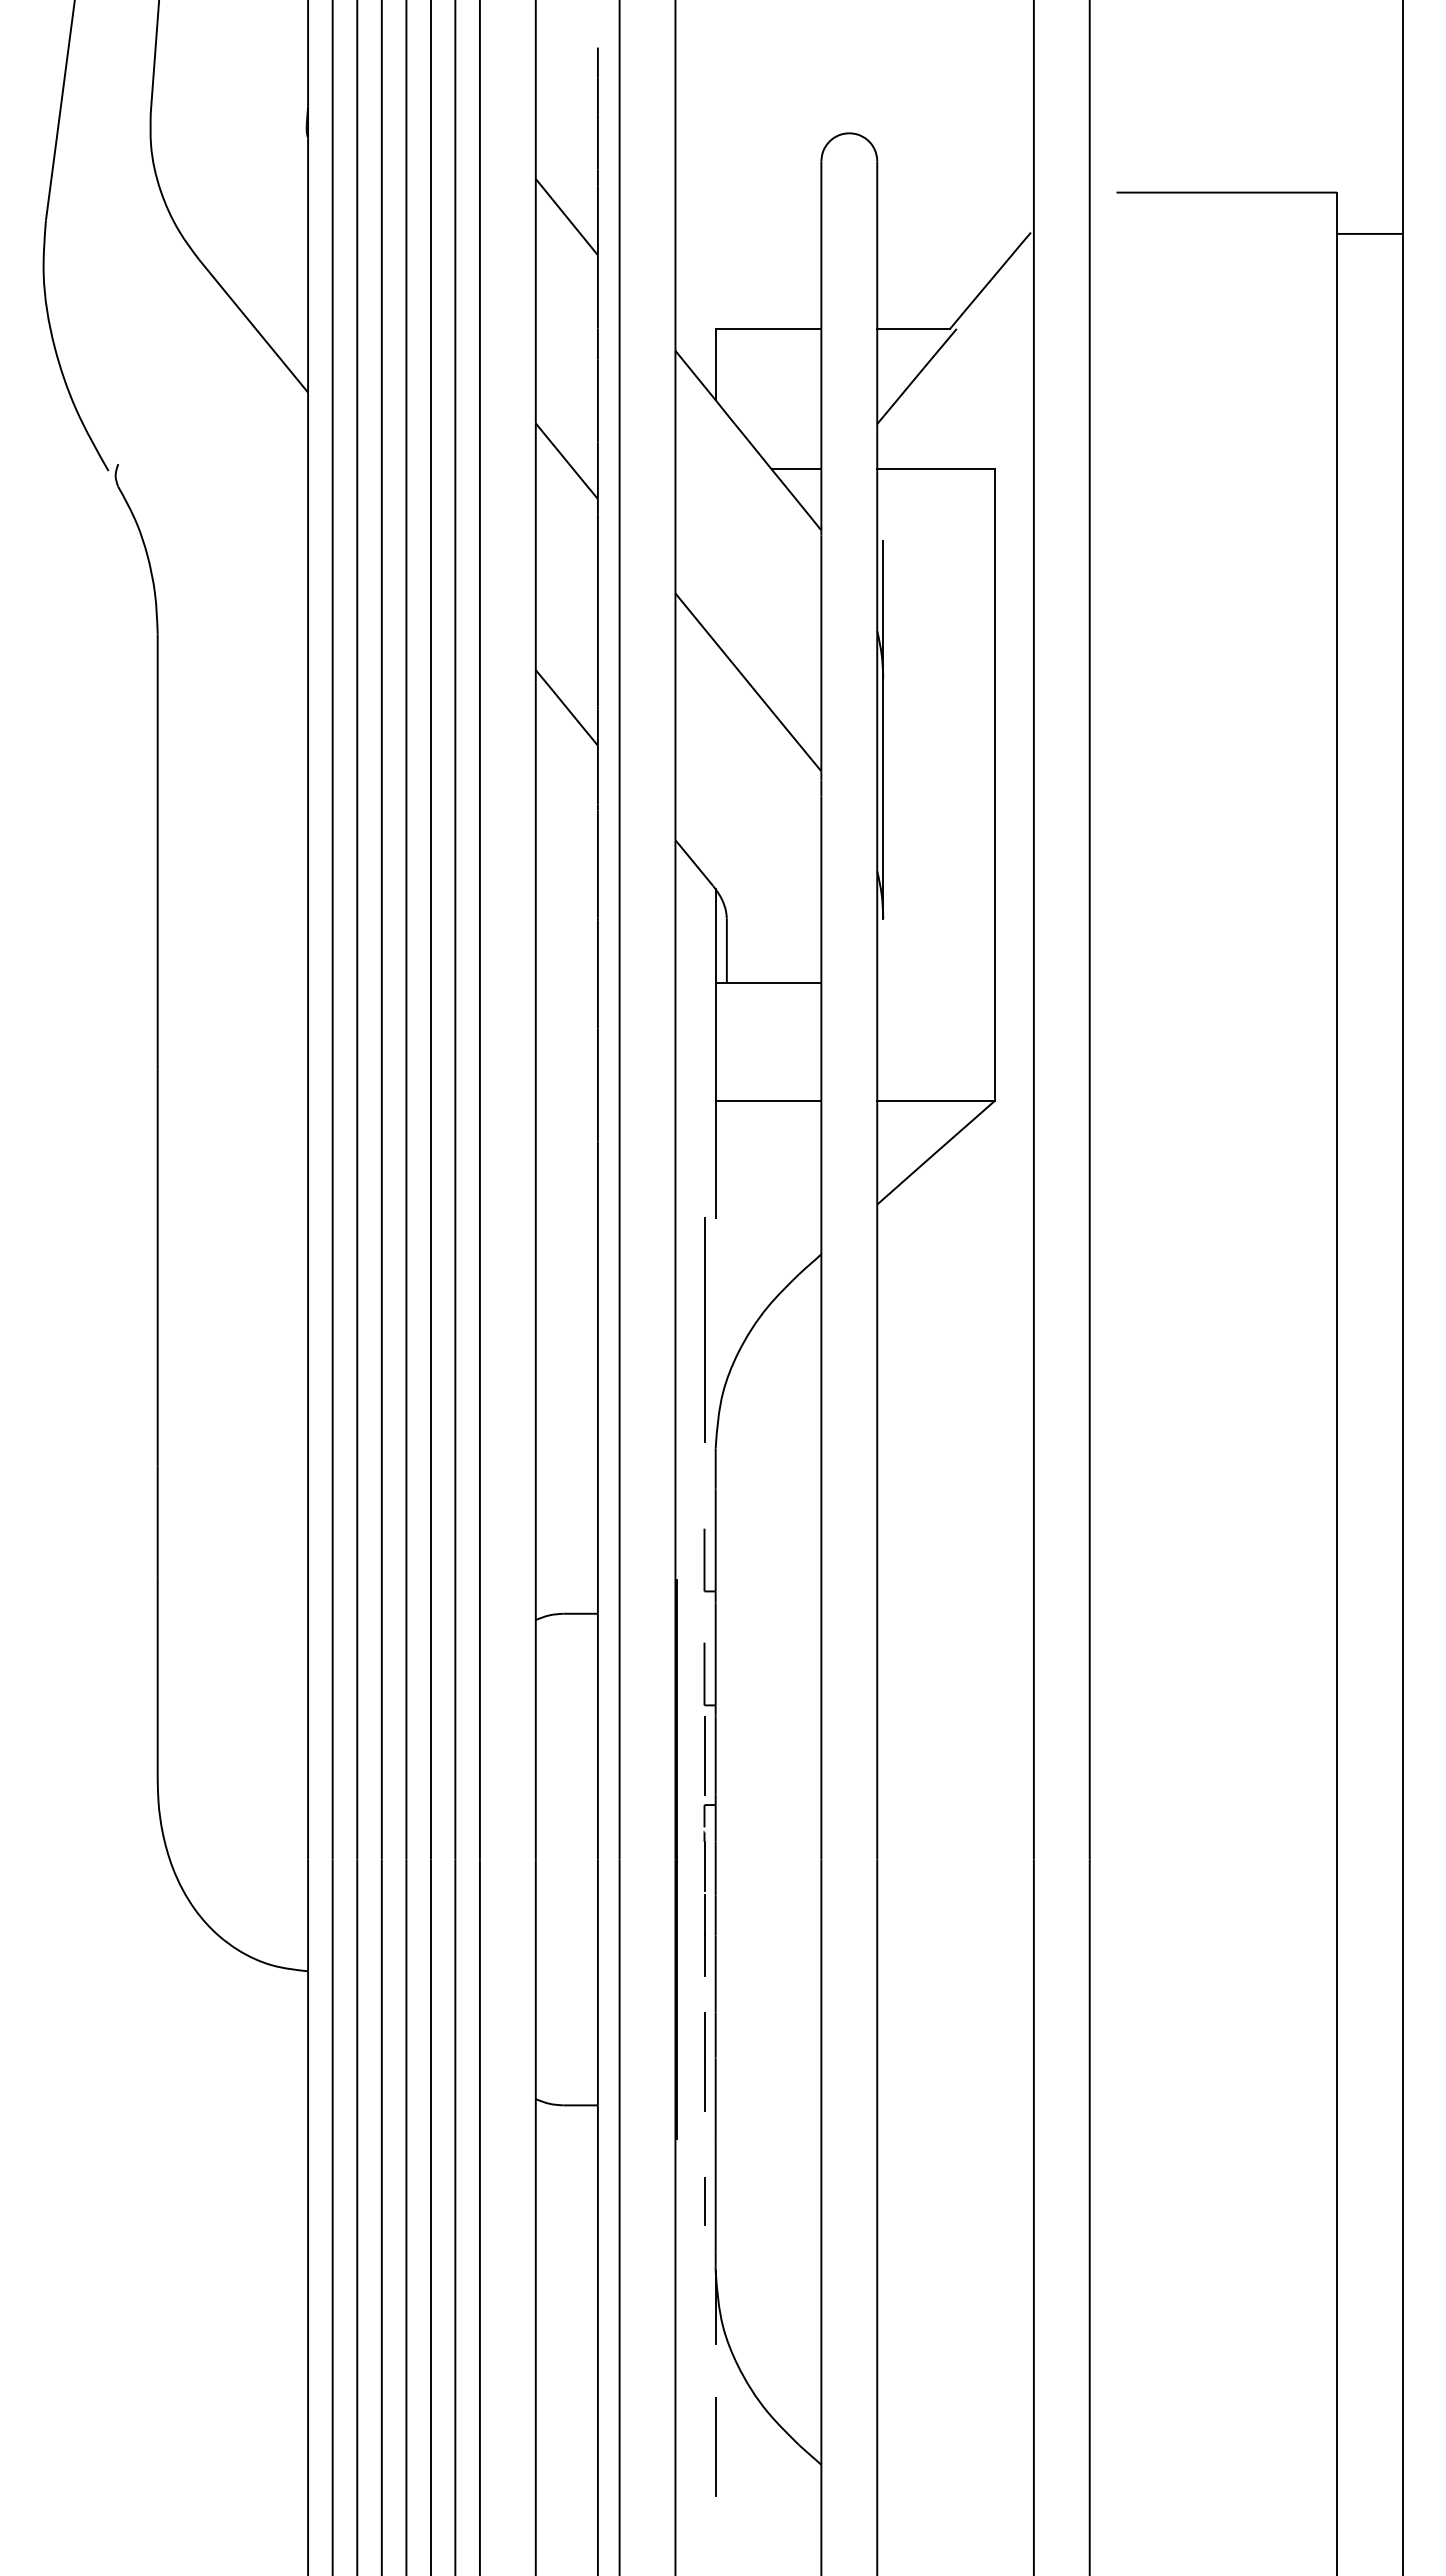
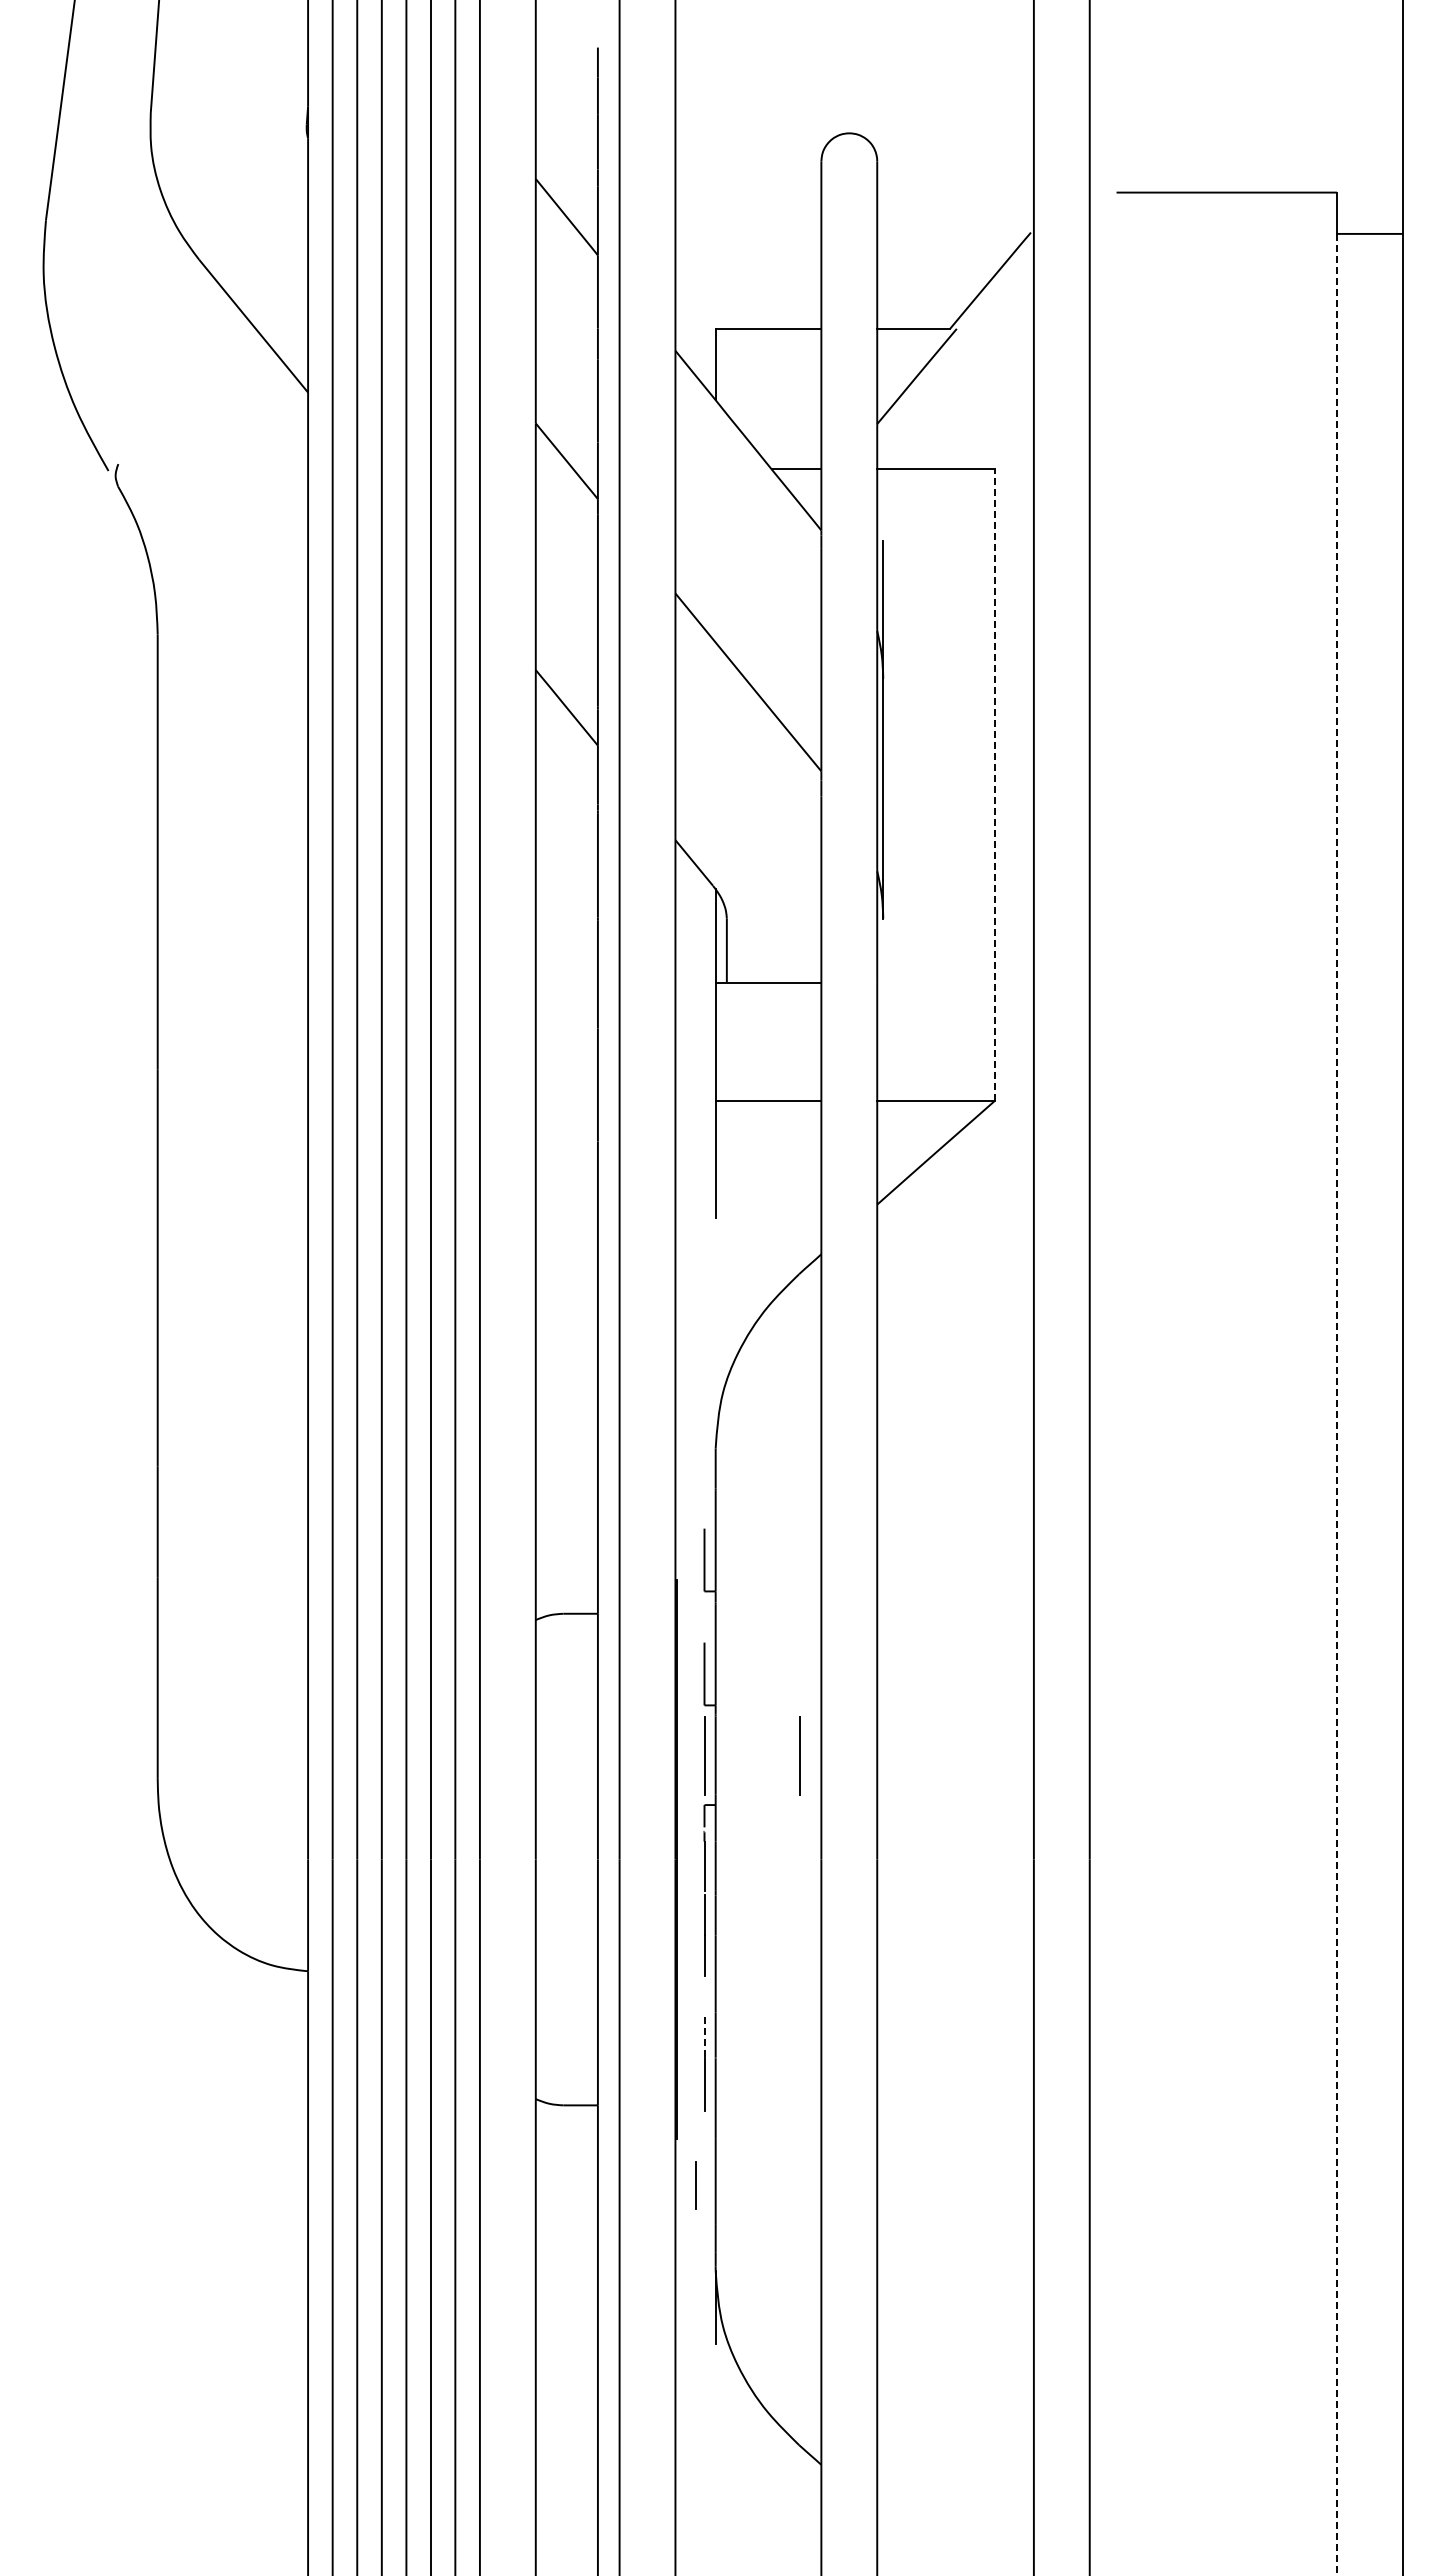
line at (994, 785): solid -> dashed
line at (704, 1329): present -> none
line at (1336, 1404): solid -> dashed
line at (799, 1755): none -> present
line at (704, 2034): solid -> dashed
line at (704, 2201) position: (704, 2201) -> (695, 2185)
line at (715, 2447): present -> none
